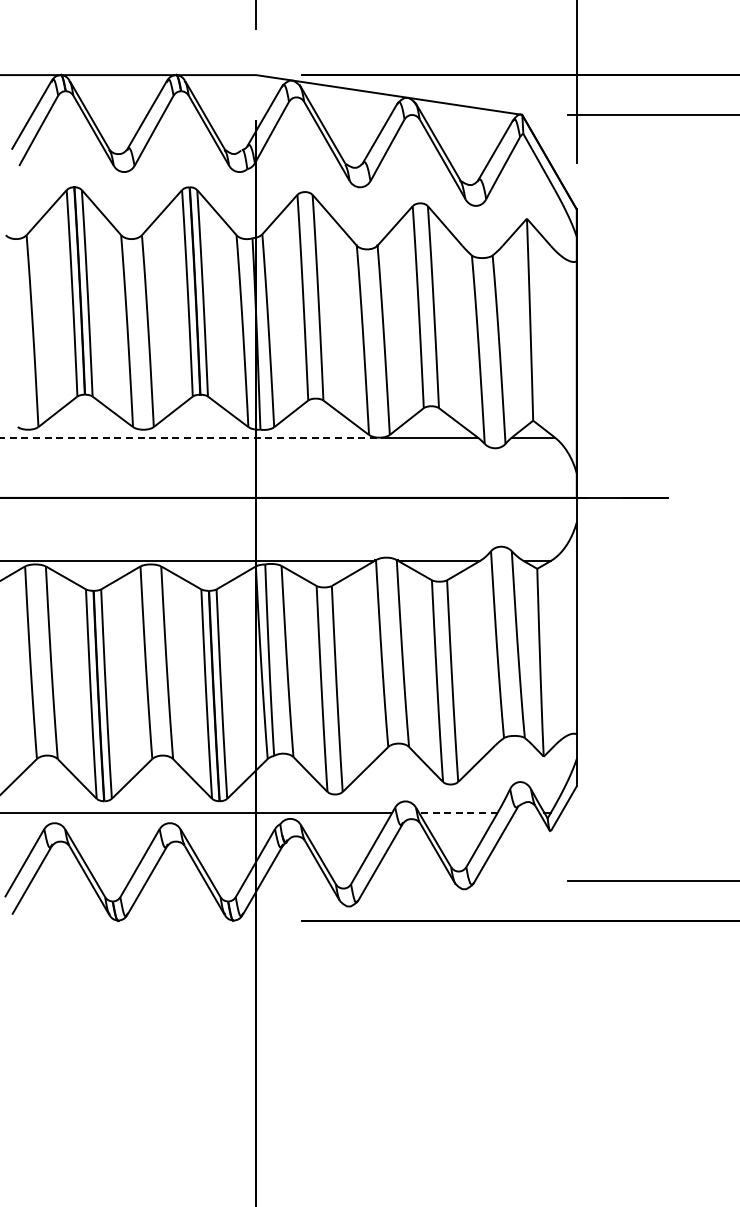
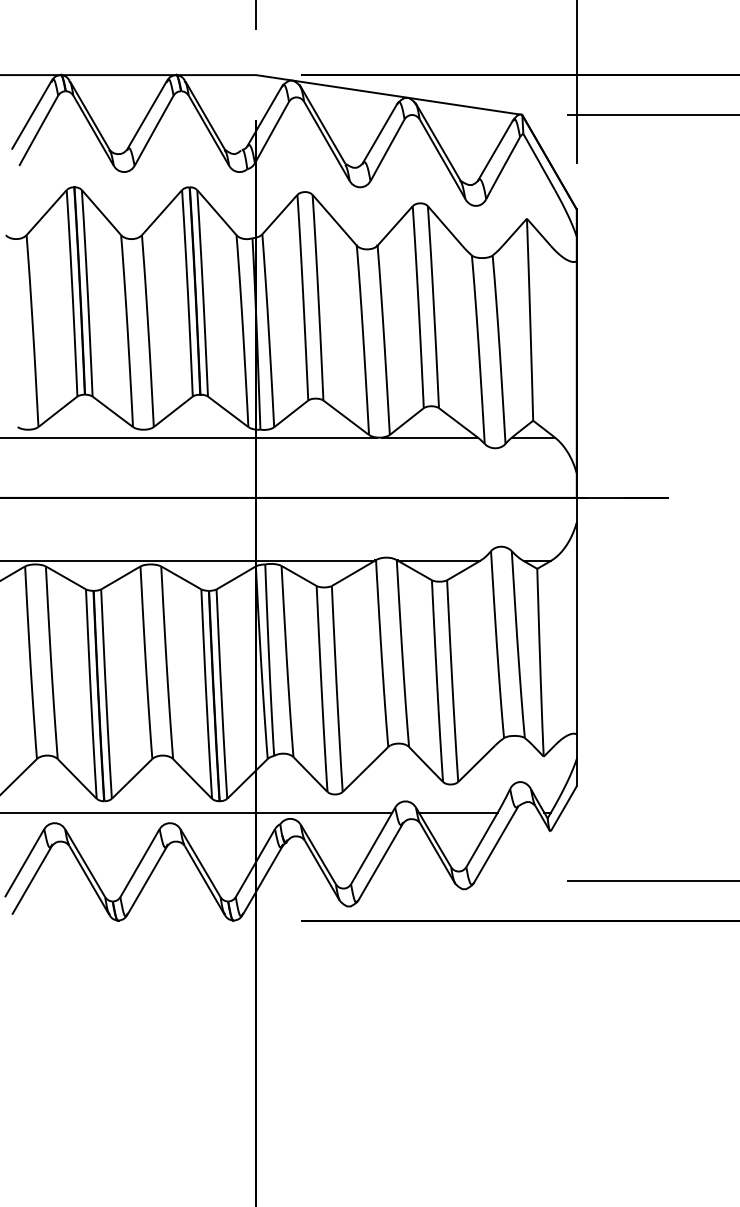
line at (188, 437): dashed -> solid
line at (457, 812): dashed -> solid
